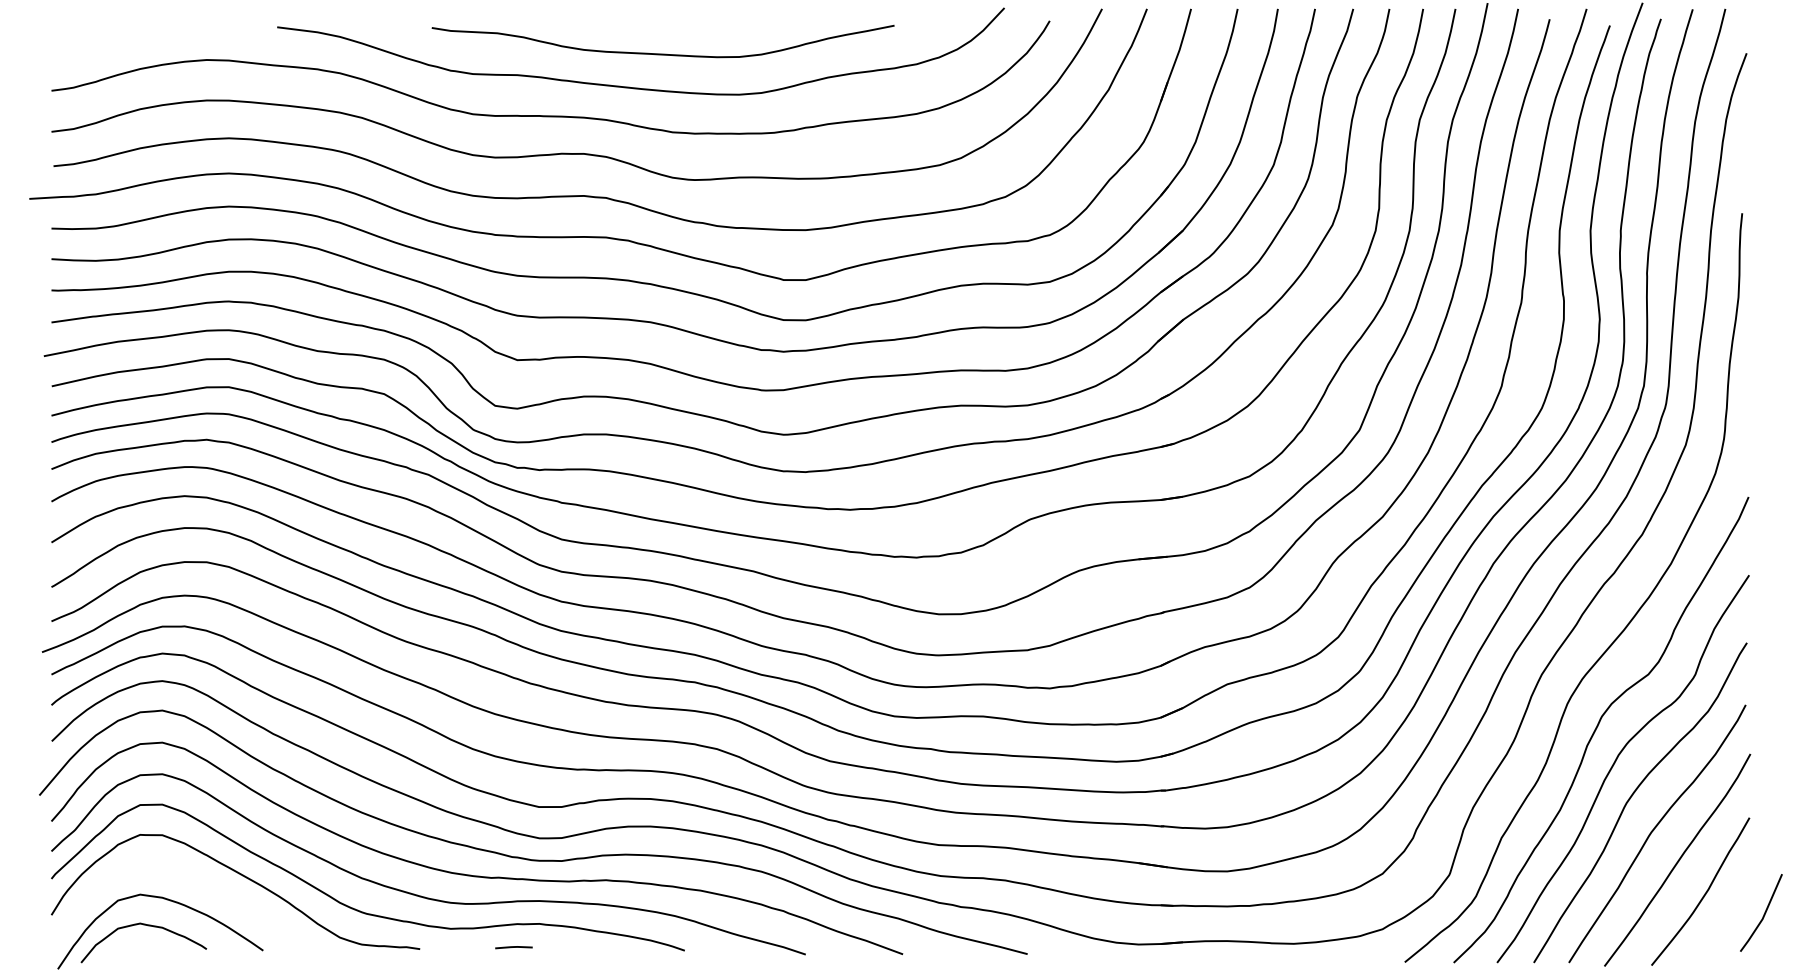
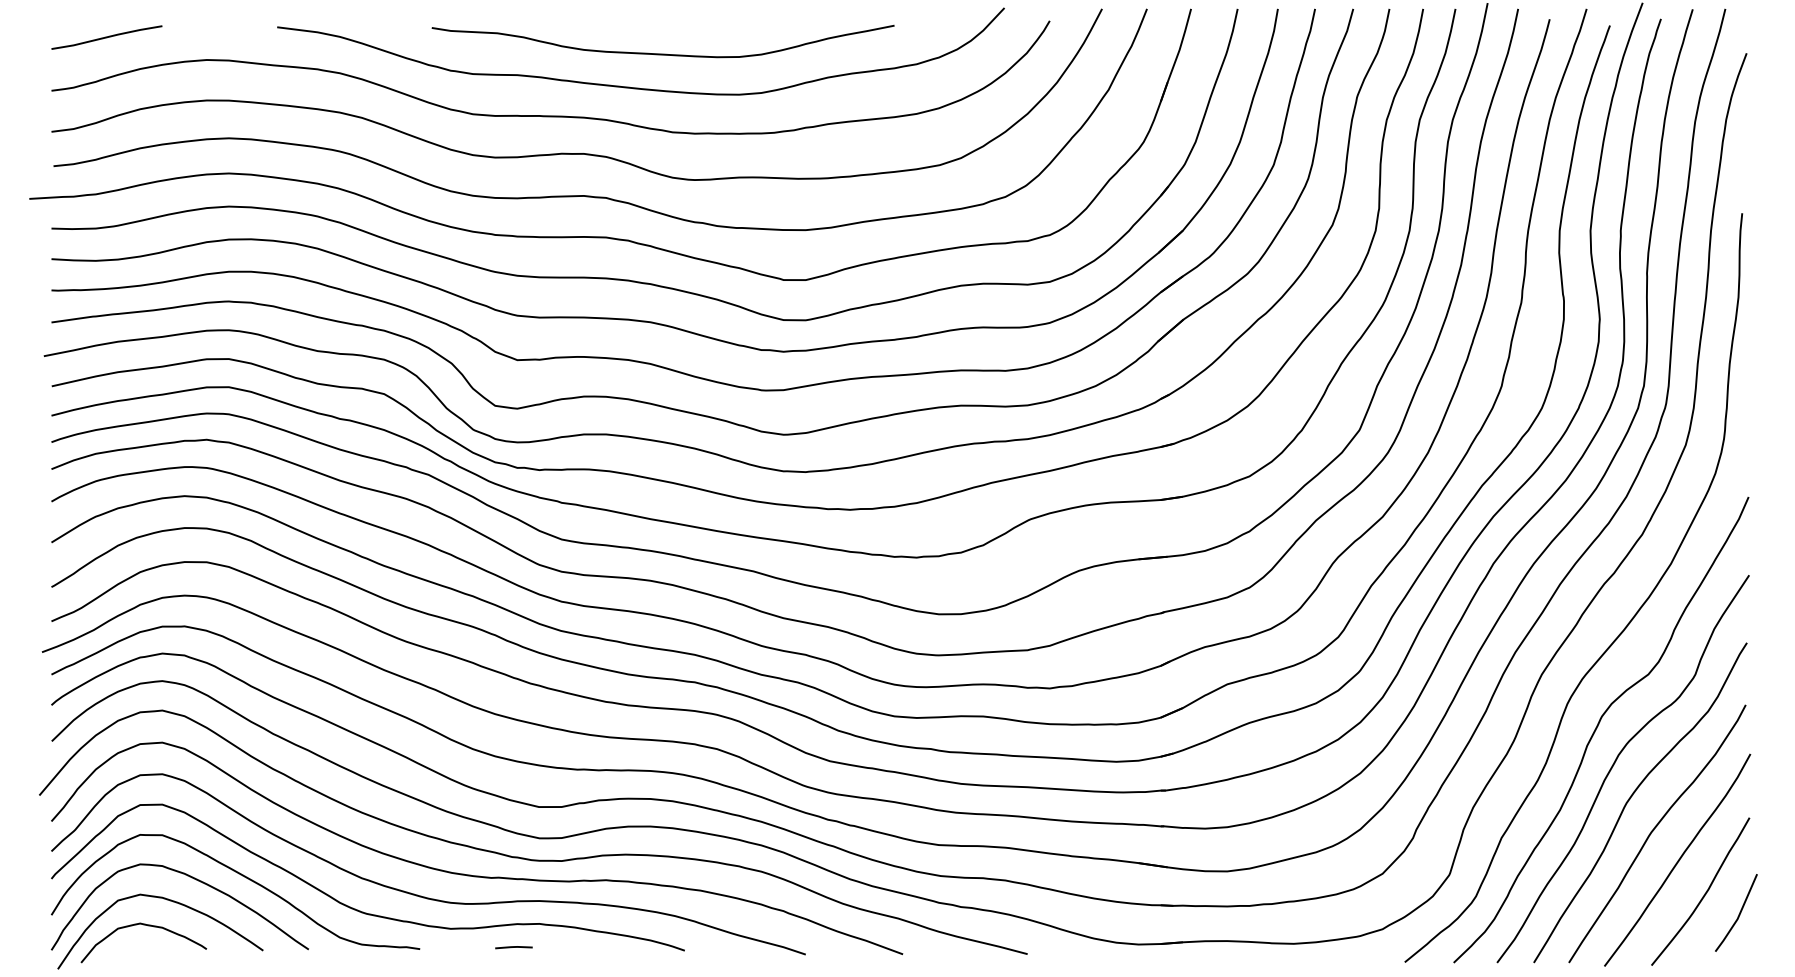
line at (106, 37): none -> present
curve at (191, 878): none -> present
line at (1763, 914) position: (1763, 914) -> (1738, 914)
